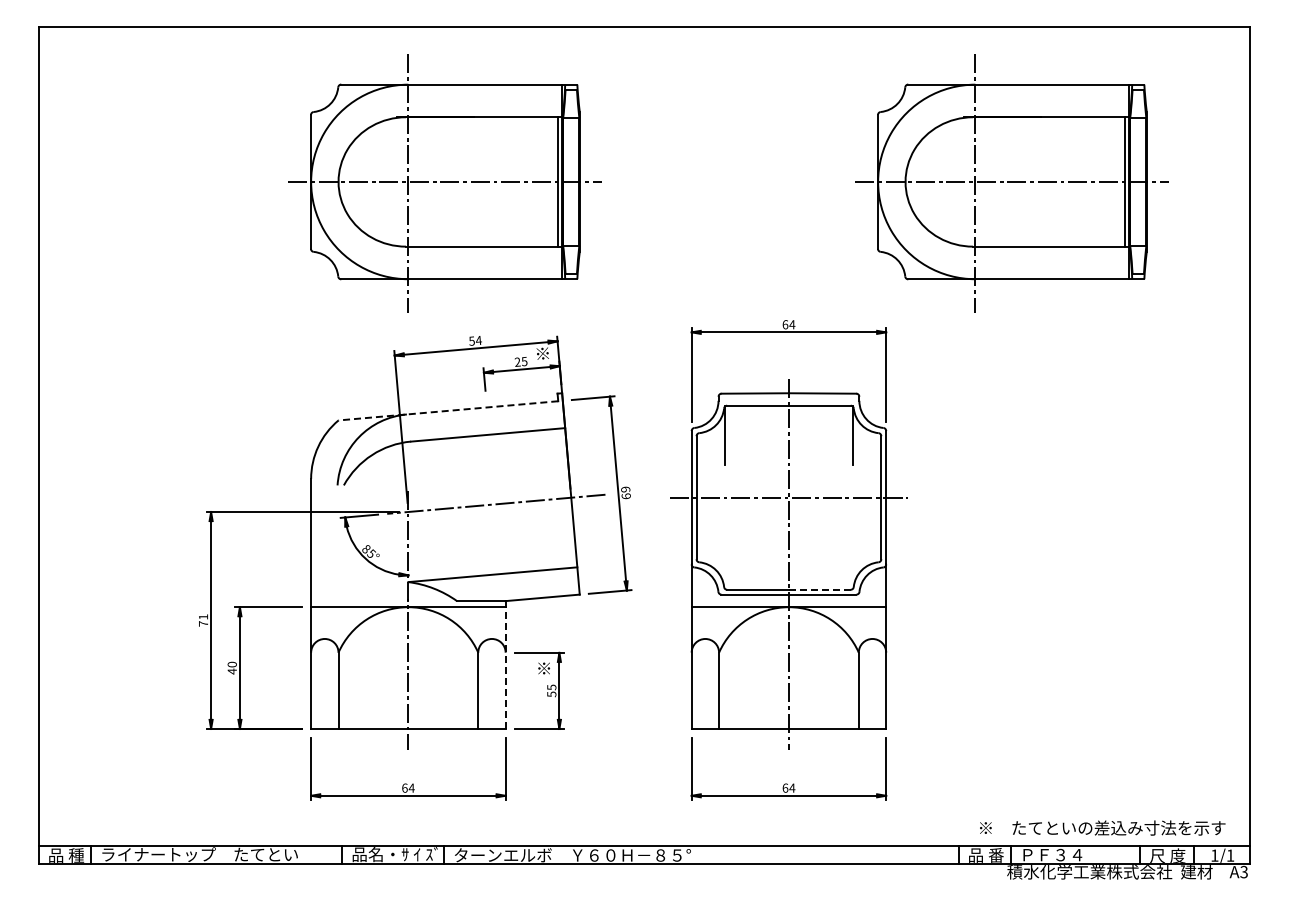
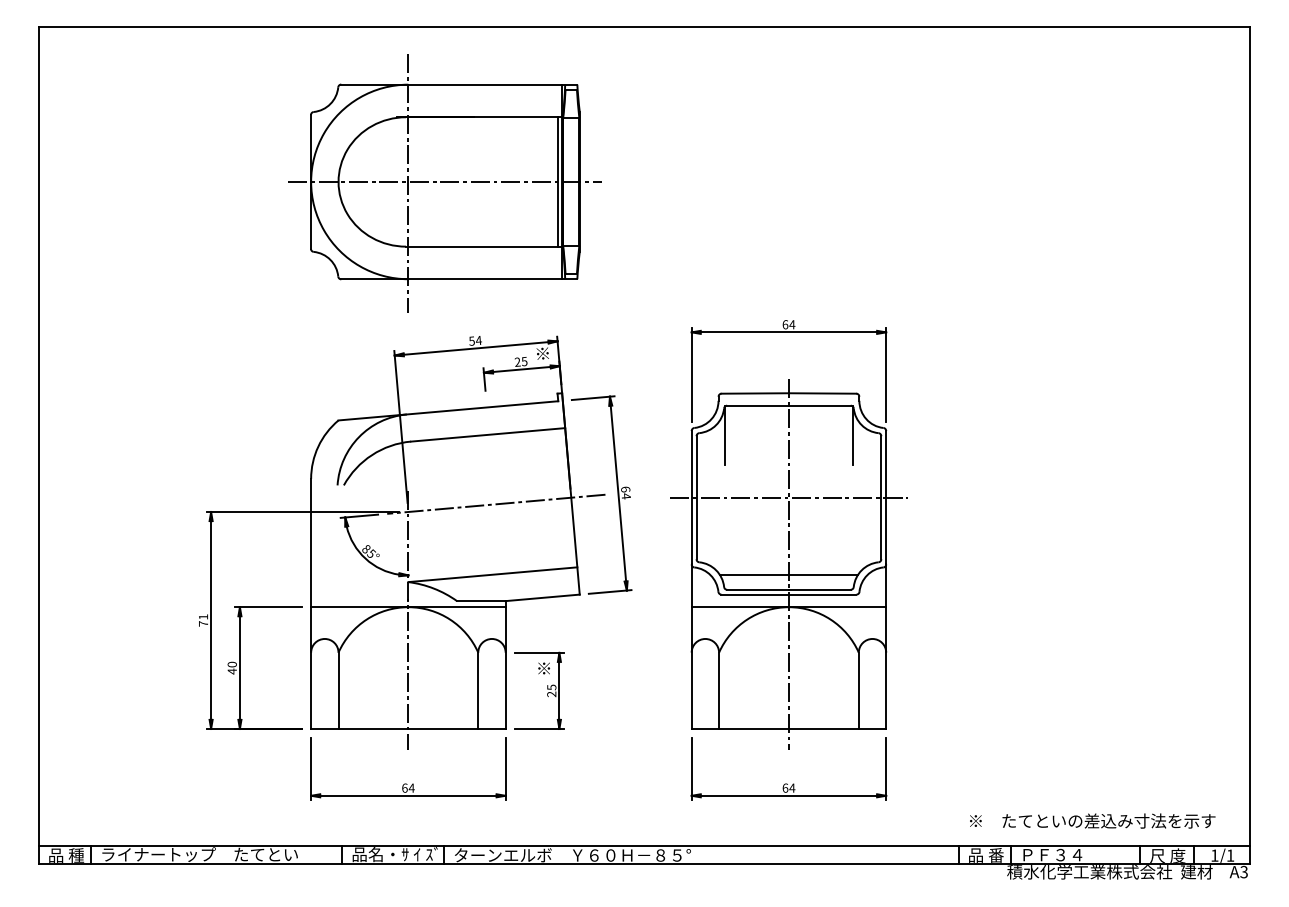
part at (1011, 183): present -> none
line at (447, 410): dashed -> solid
text at (625, 496): 69 -> 64
line at (788, 574): none -> present
line at (819, 589): dashed -> solid
line at (505, 668): dashed -> solid
text at (551, 694): 55 -> 25
text at (1102, 827) position: (1102, 827) -> (1092, 820)
